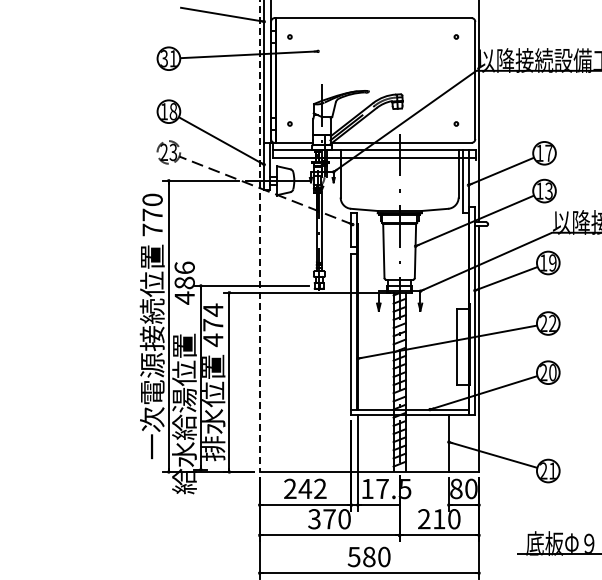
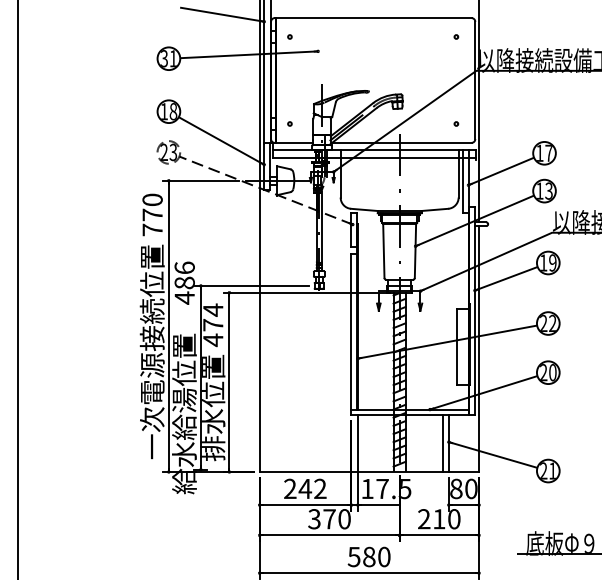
line at (259, 236): dashed -> solid
line at (18, 289): none -> present
line at (443, 443): none -> present
